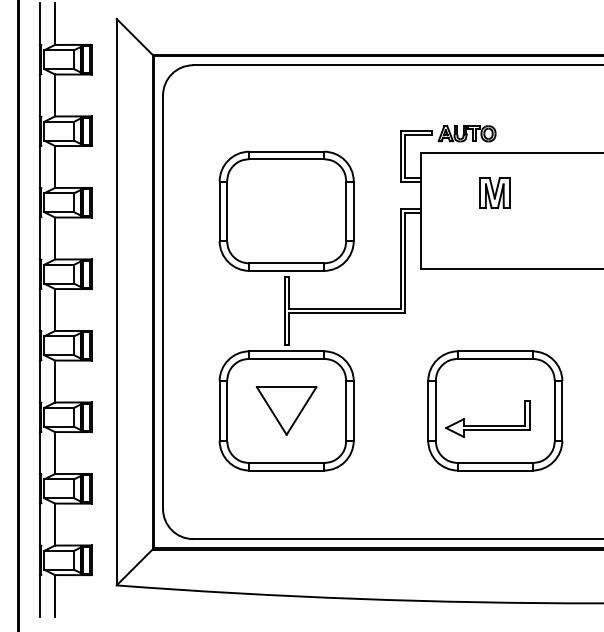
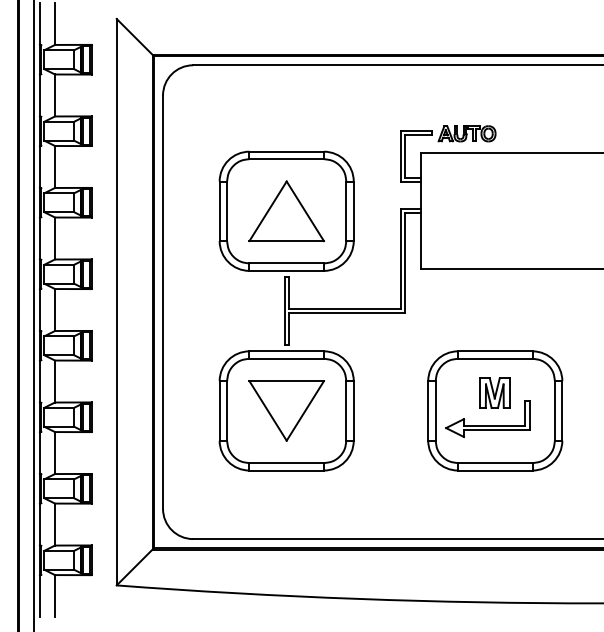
part at (494, 192) position: (494, 192) -> (494, 392)
part at (286, 211): none -> present
line at (33, 315): none -> present
part at (286, 410) size: 63x50 px -> 77x62 px
